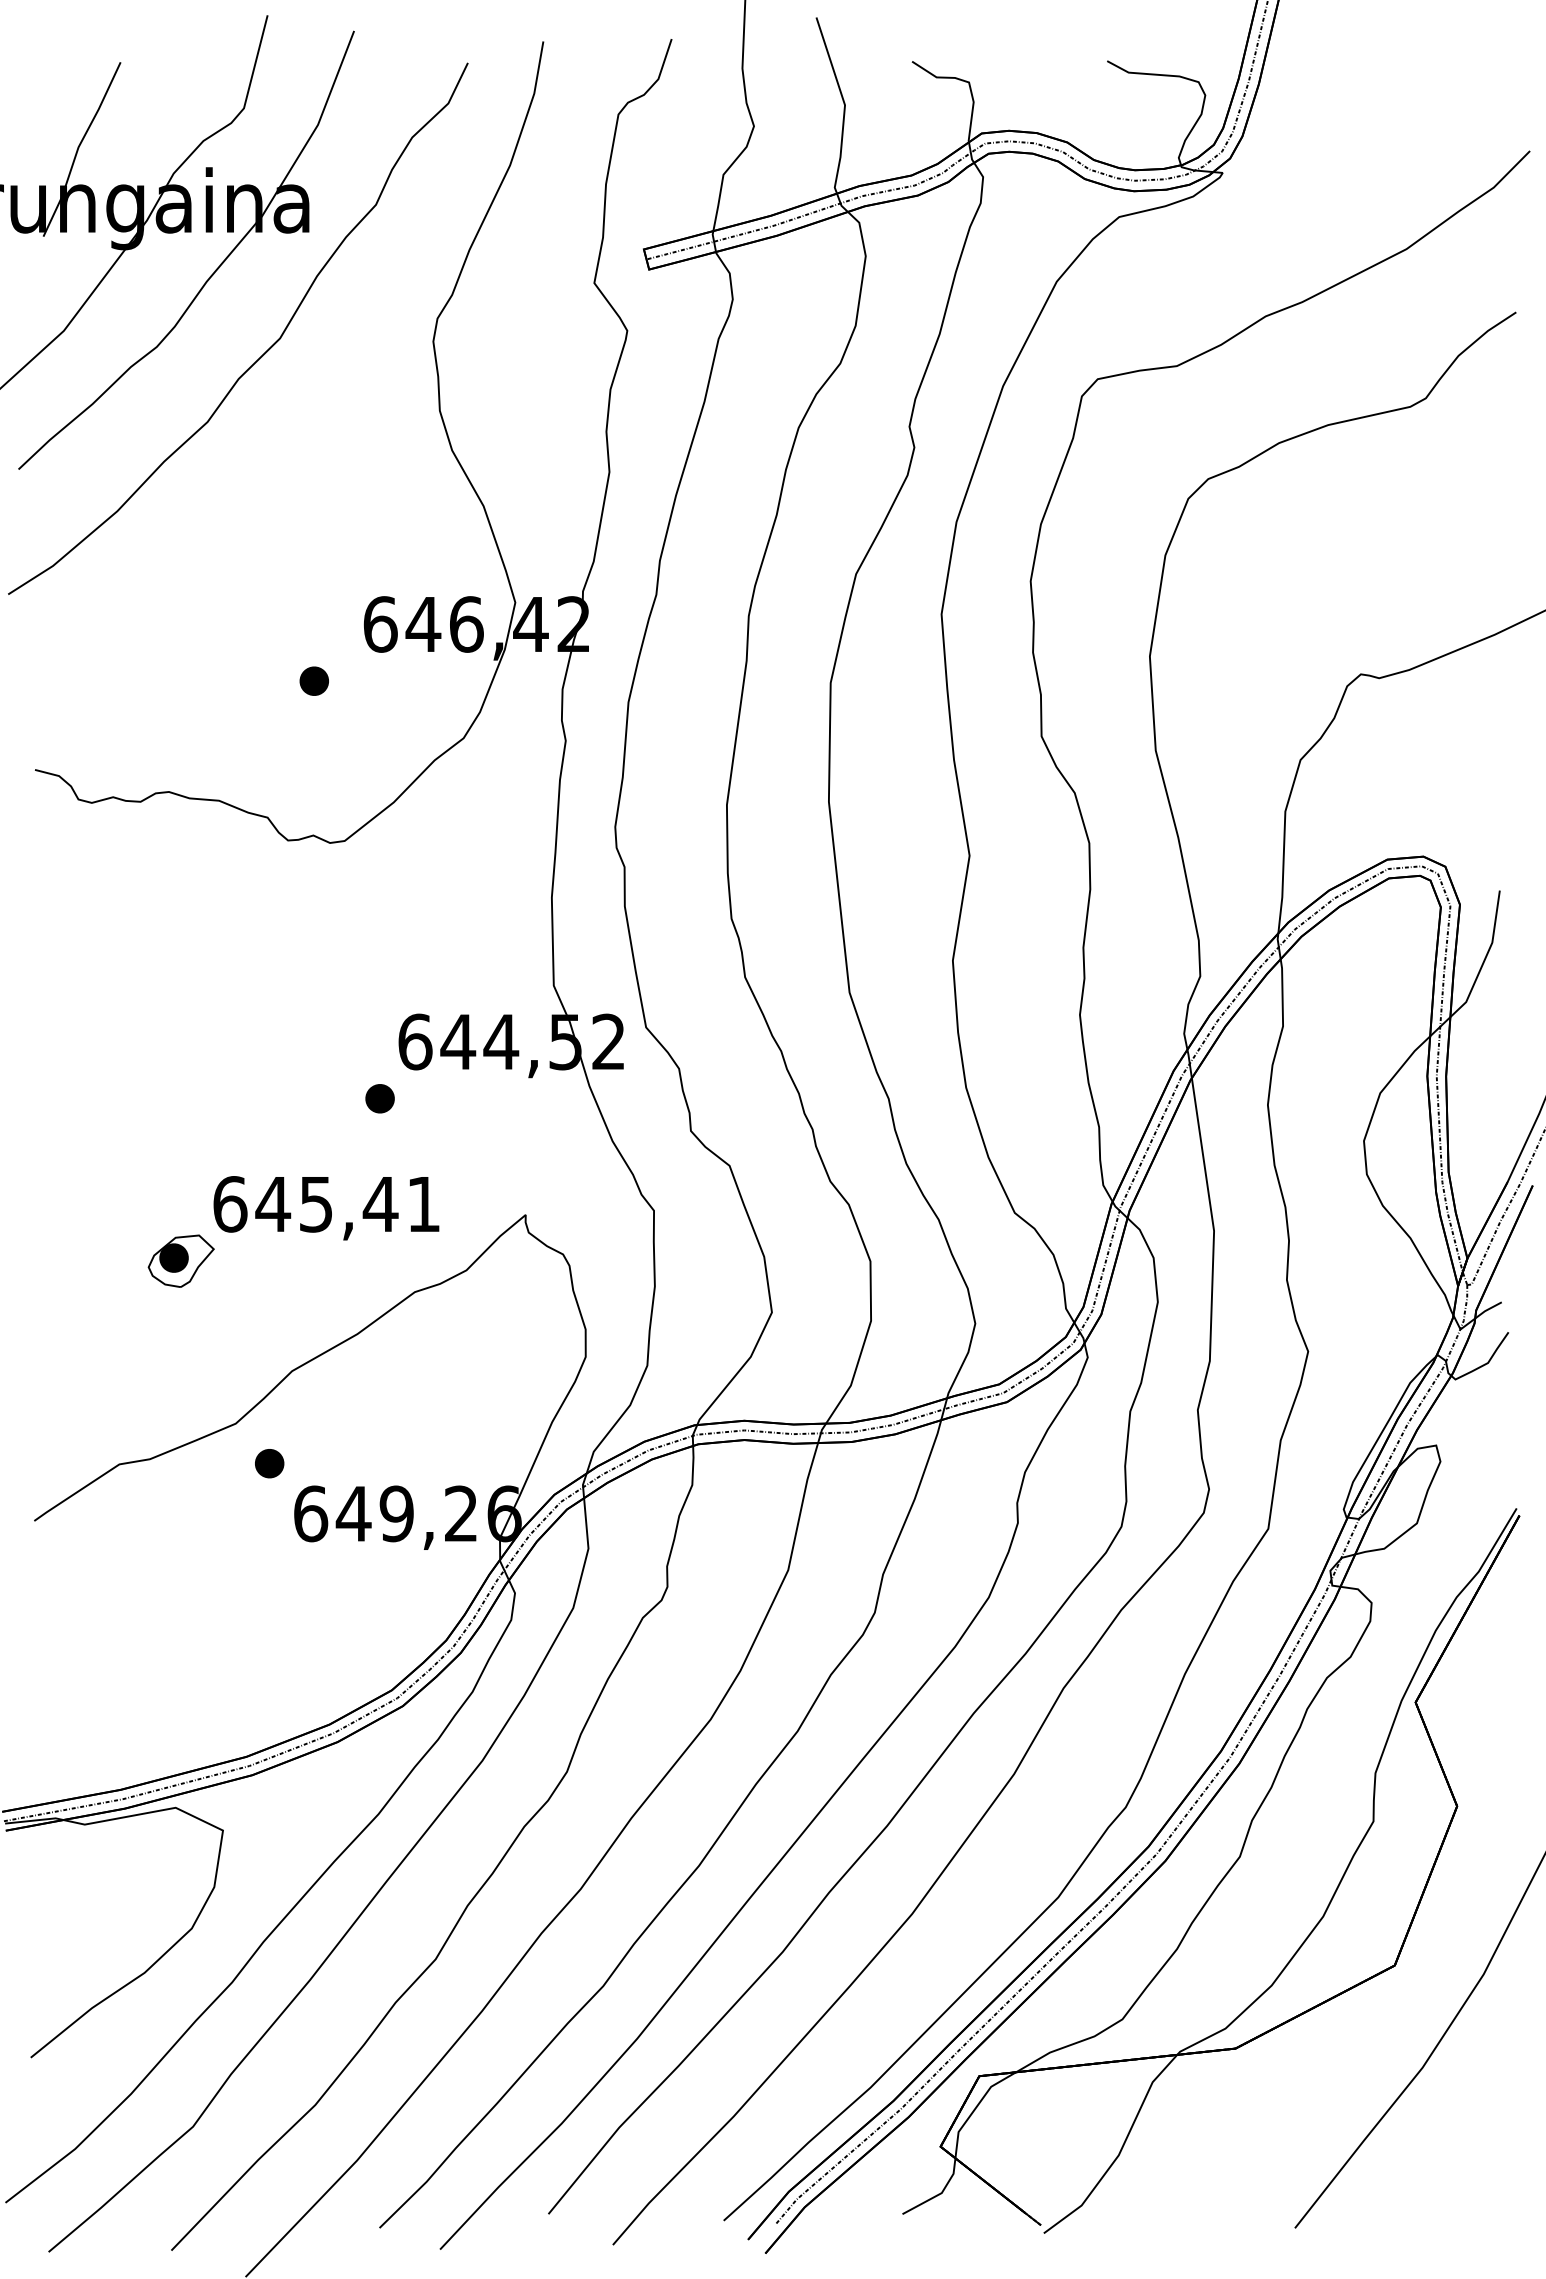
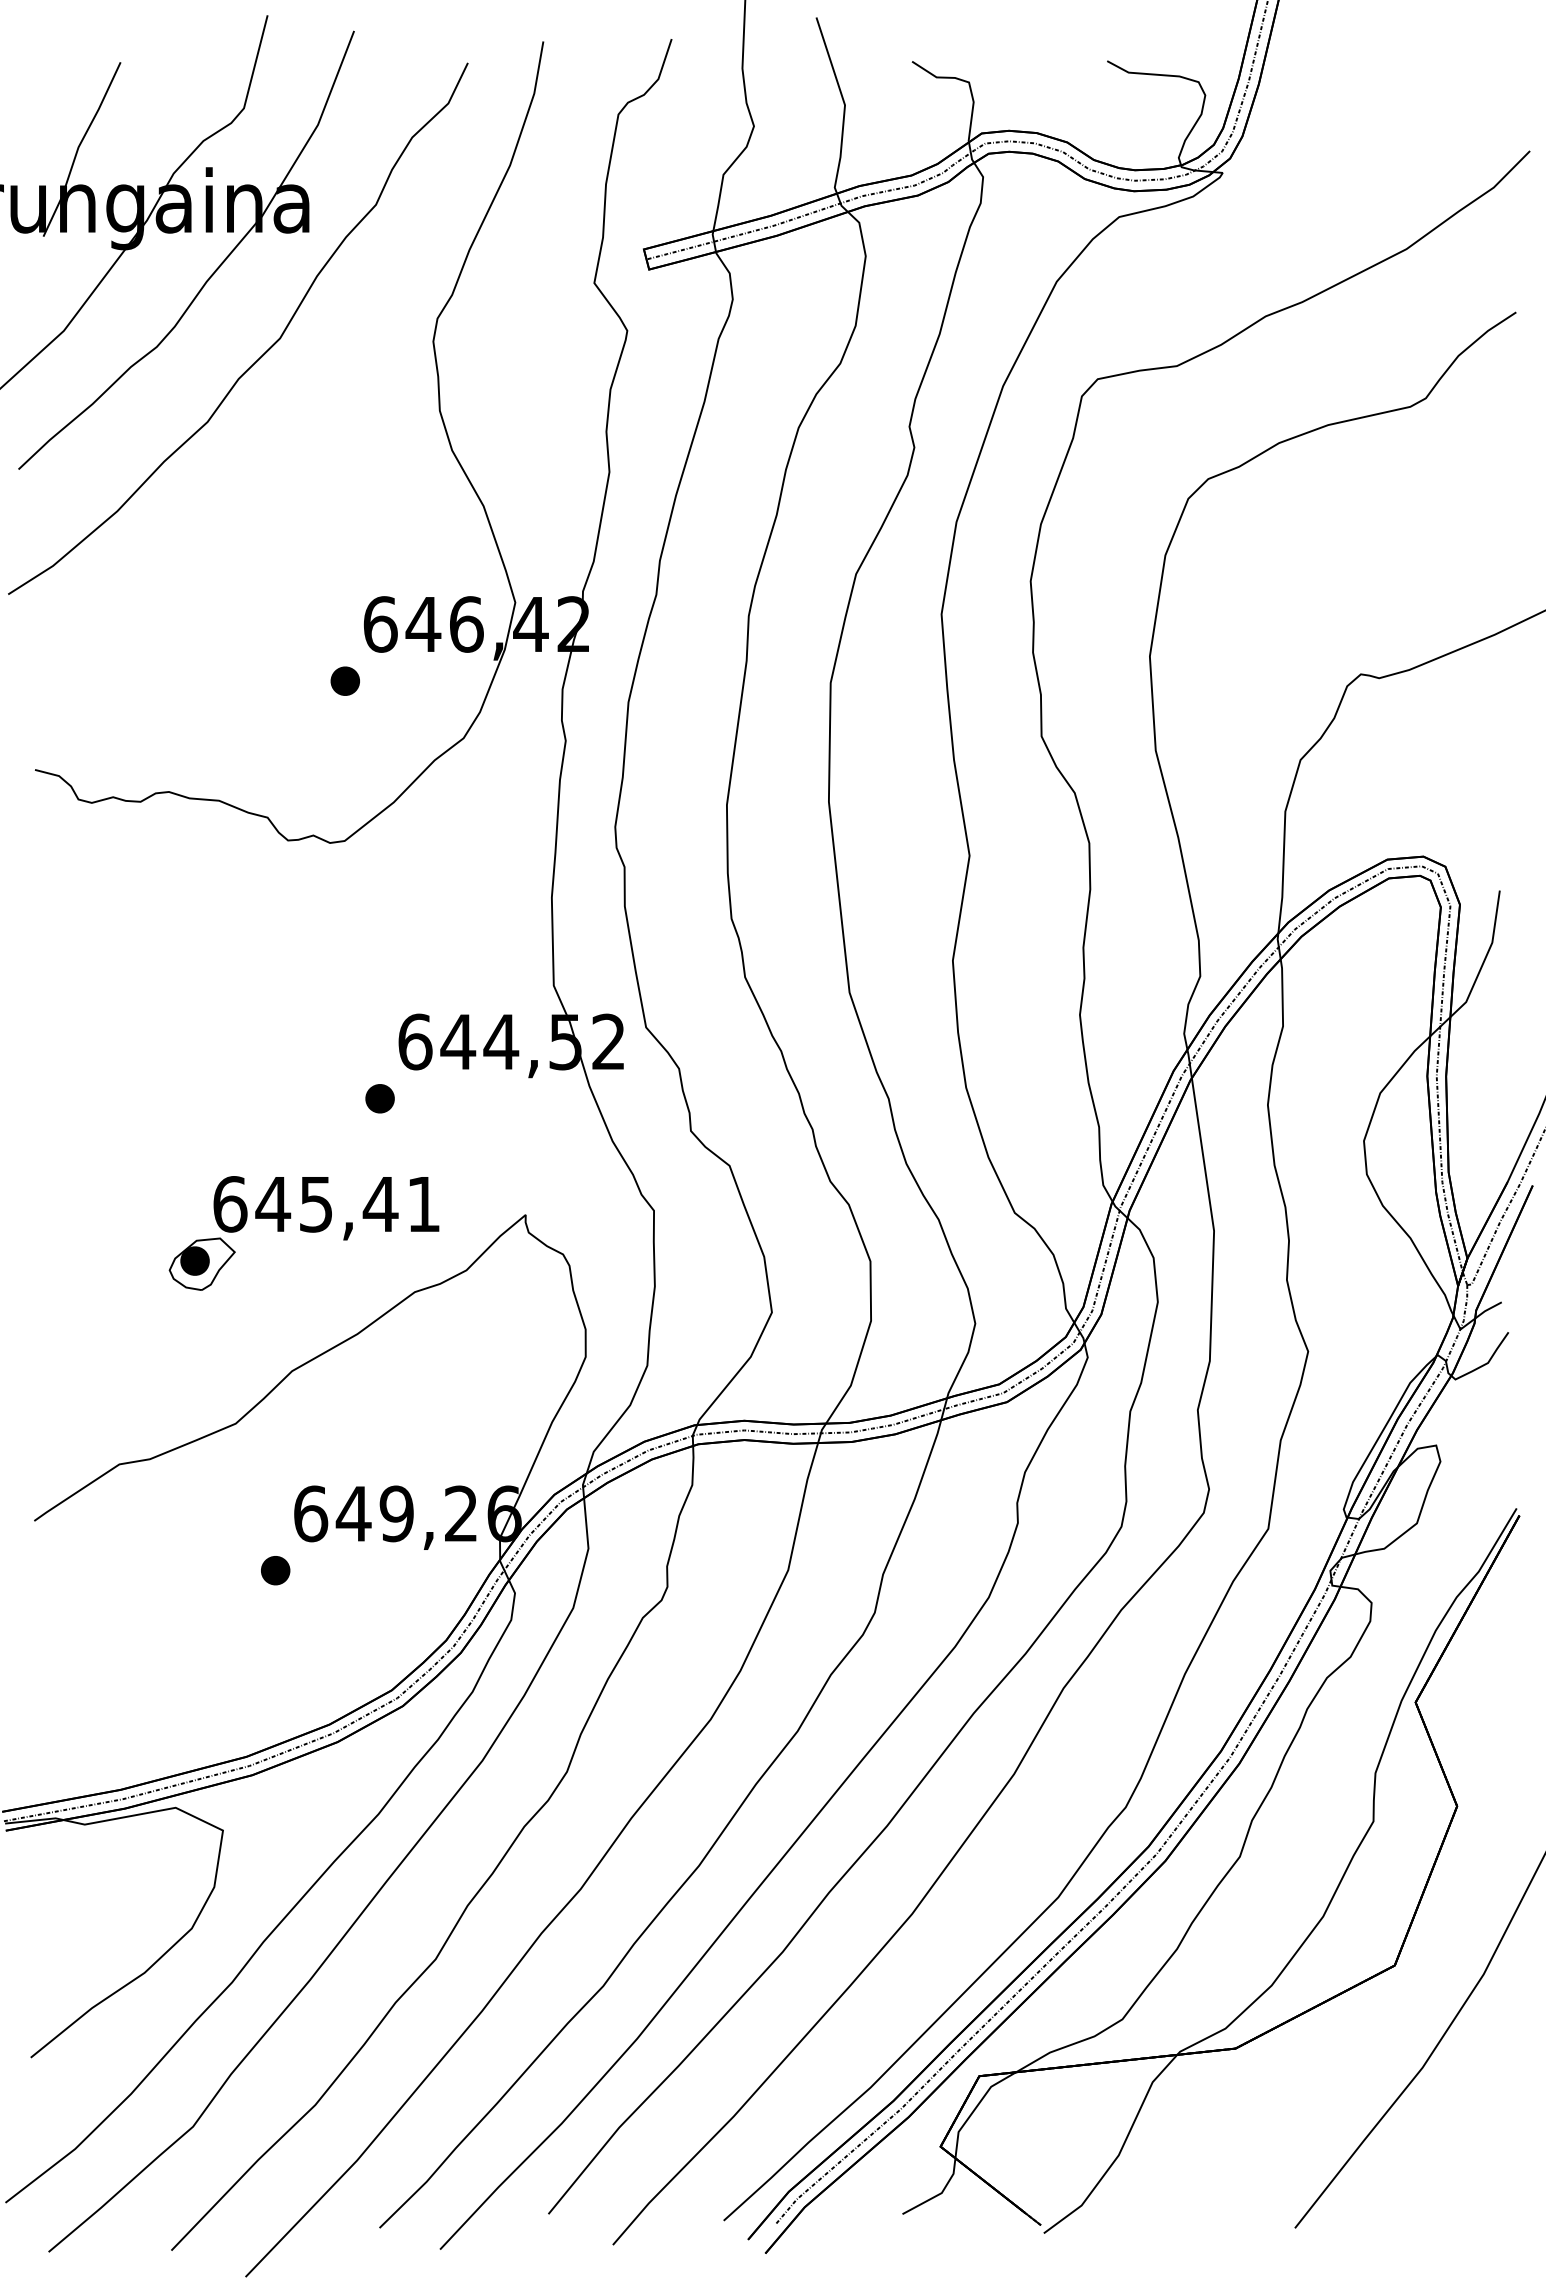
part at (313, 680) position: (313, 680) -> (344, 680)
part at (180, 1260) position: (180, 1260) -> (201, 1263)
part at (269, 1463) position: (269, 1463) -> (275, 1570)
